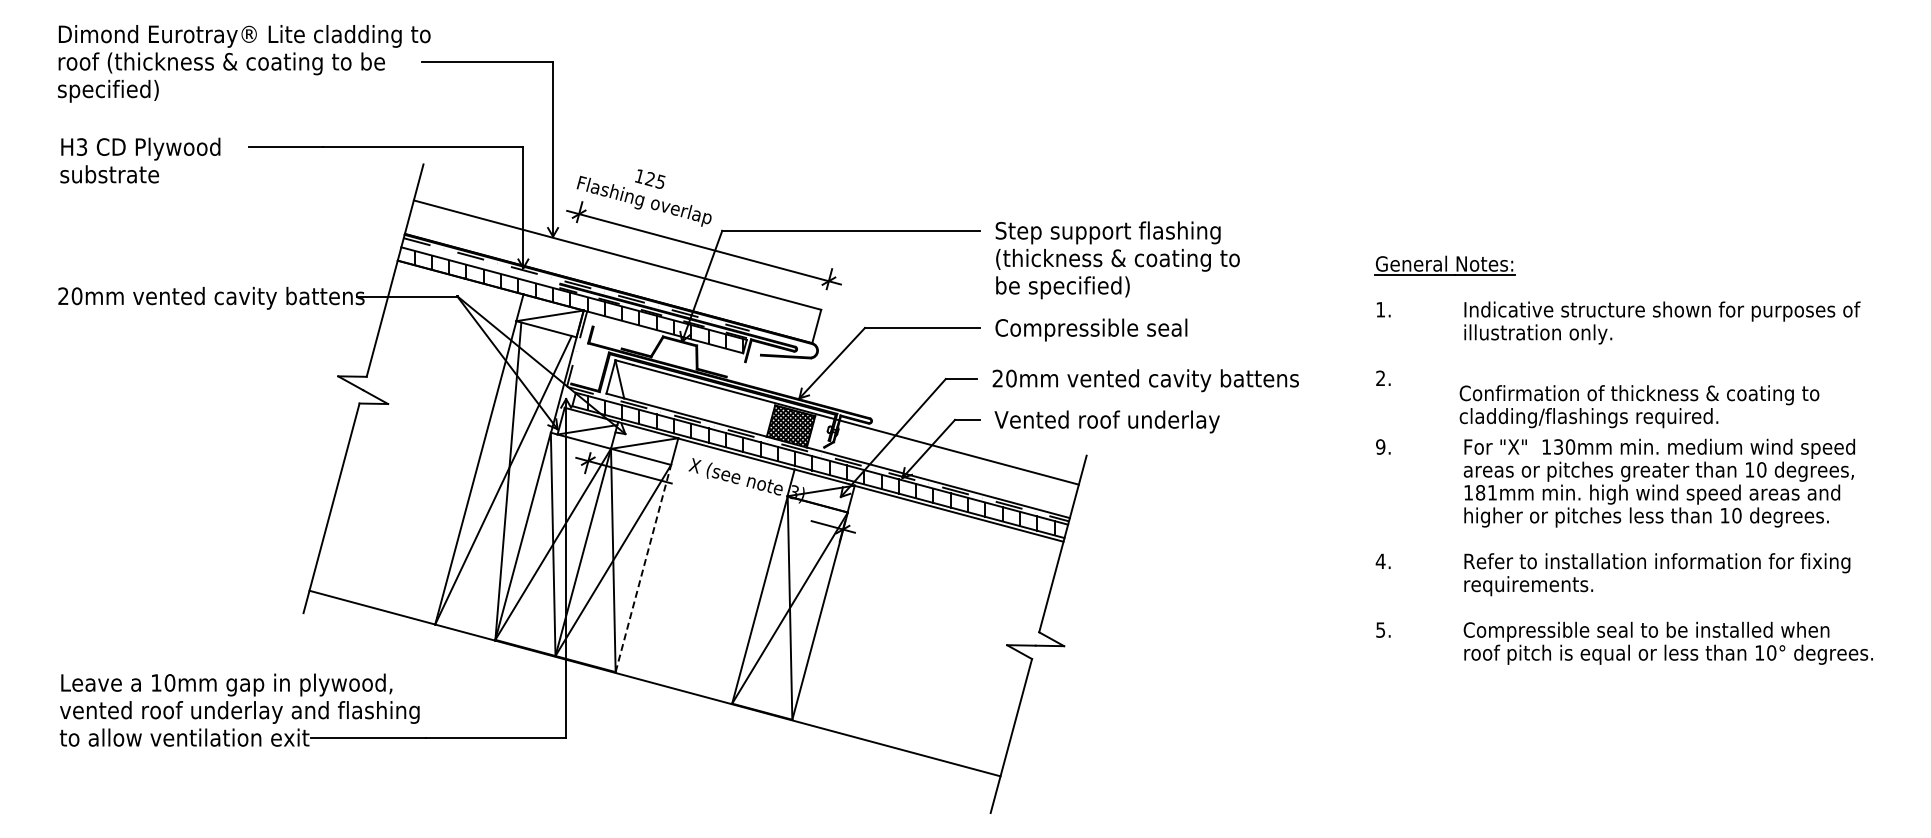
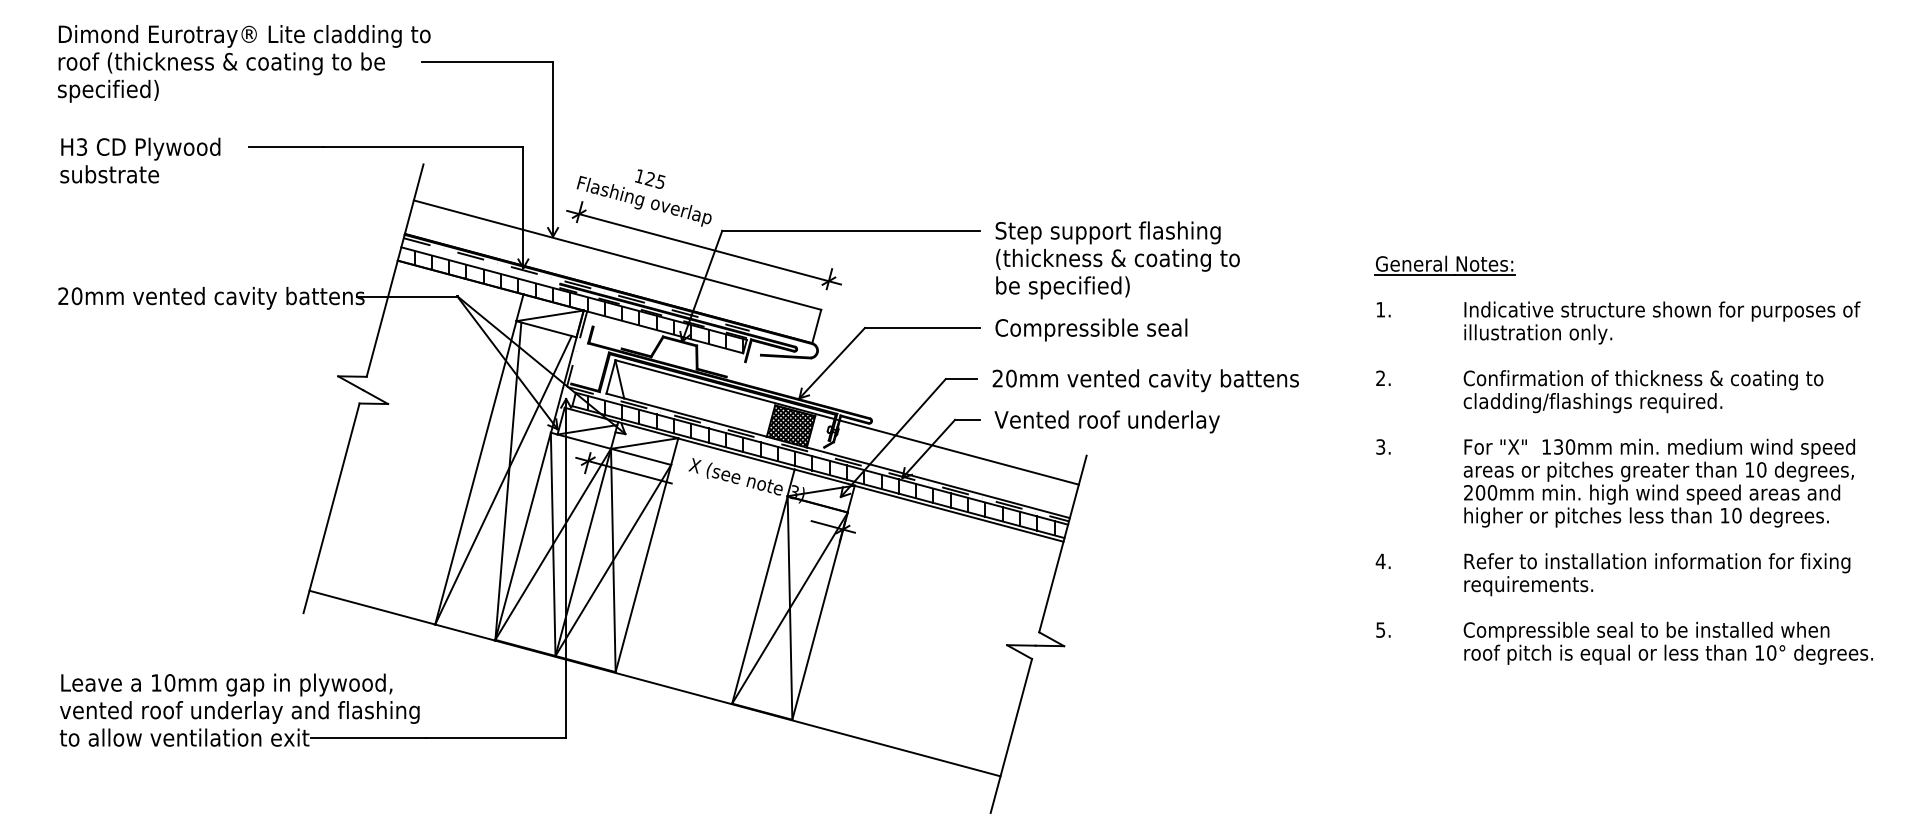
text at (1639, 406) position: (1639, 406) -> (1643, 391)
text at (1380, 446): 9. -> 3.
text at (1480, 492): 181mm -> 200mm
line at (643, 568): dashed -> solid
